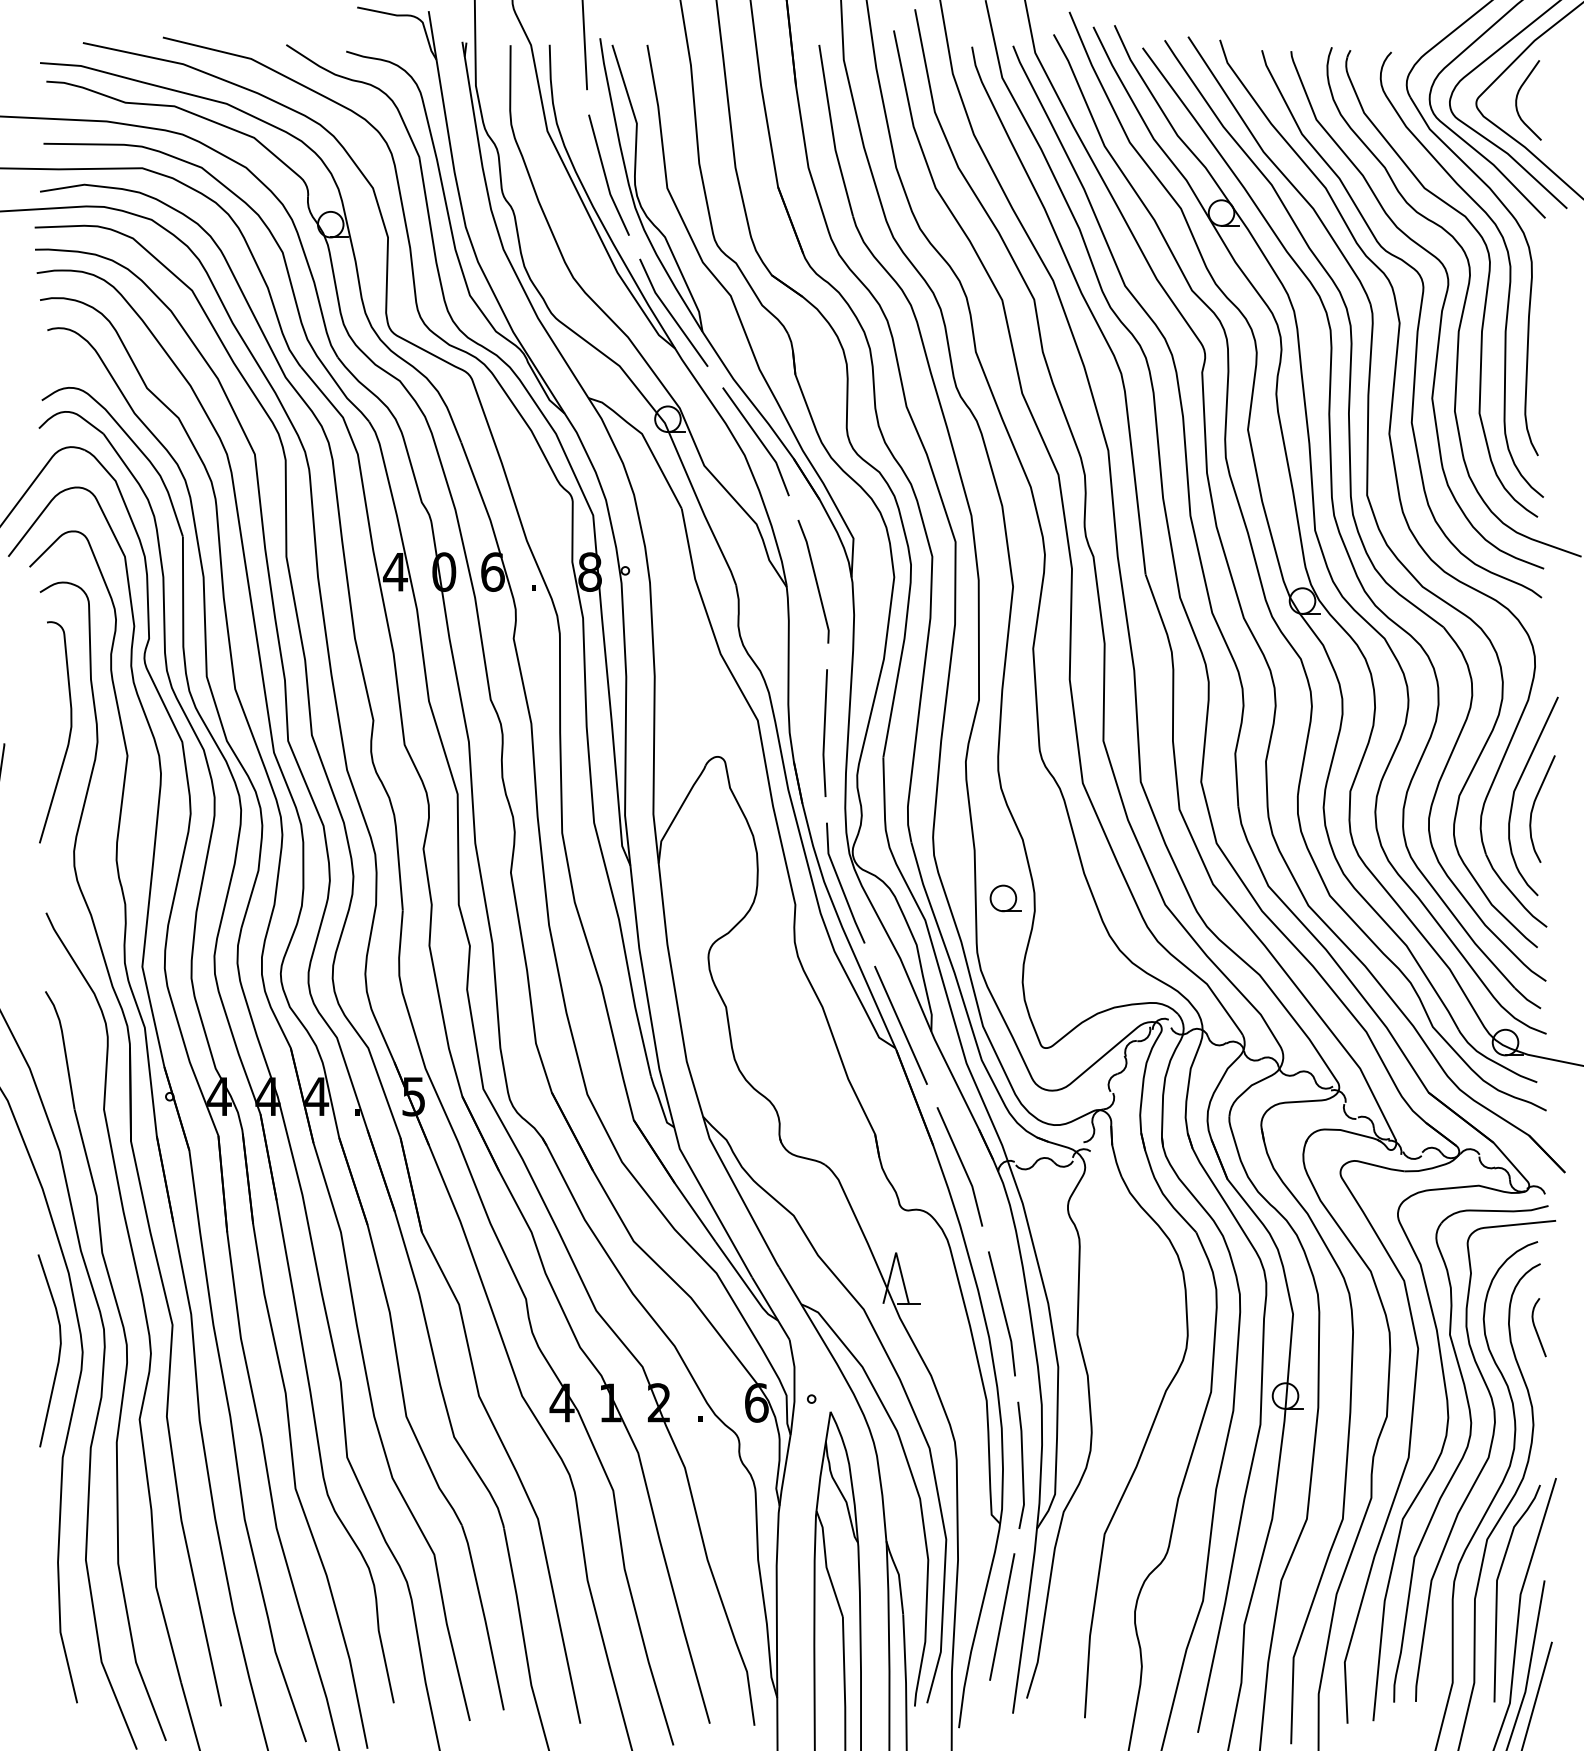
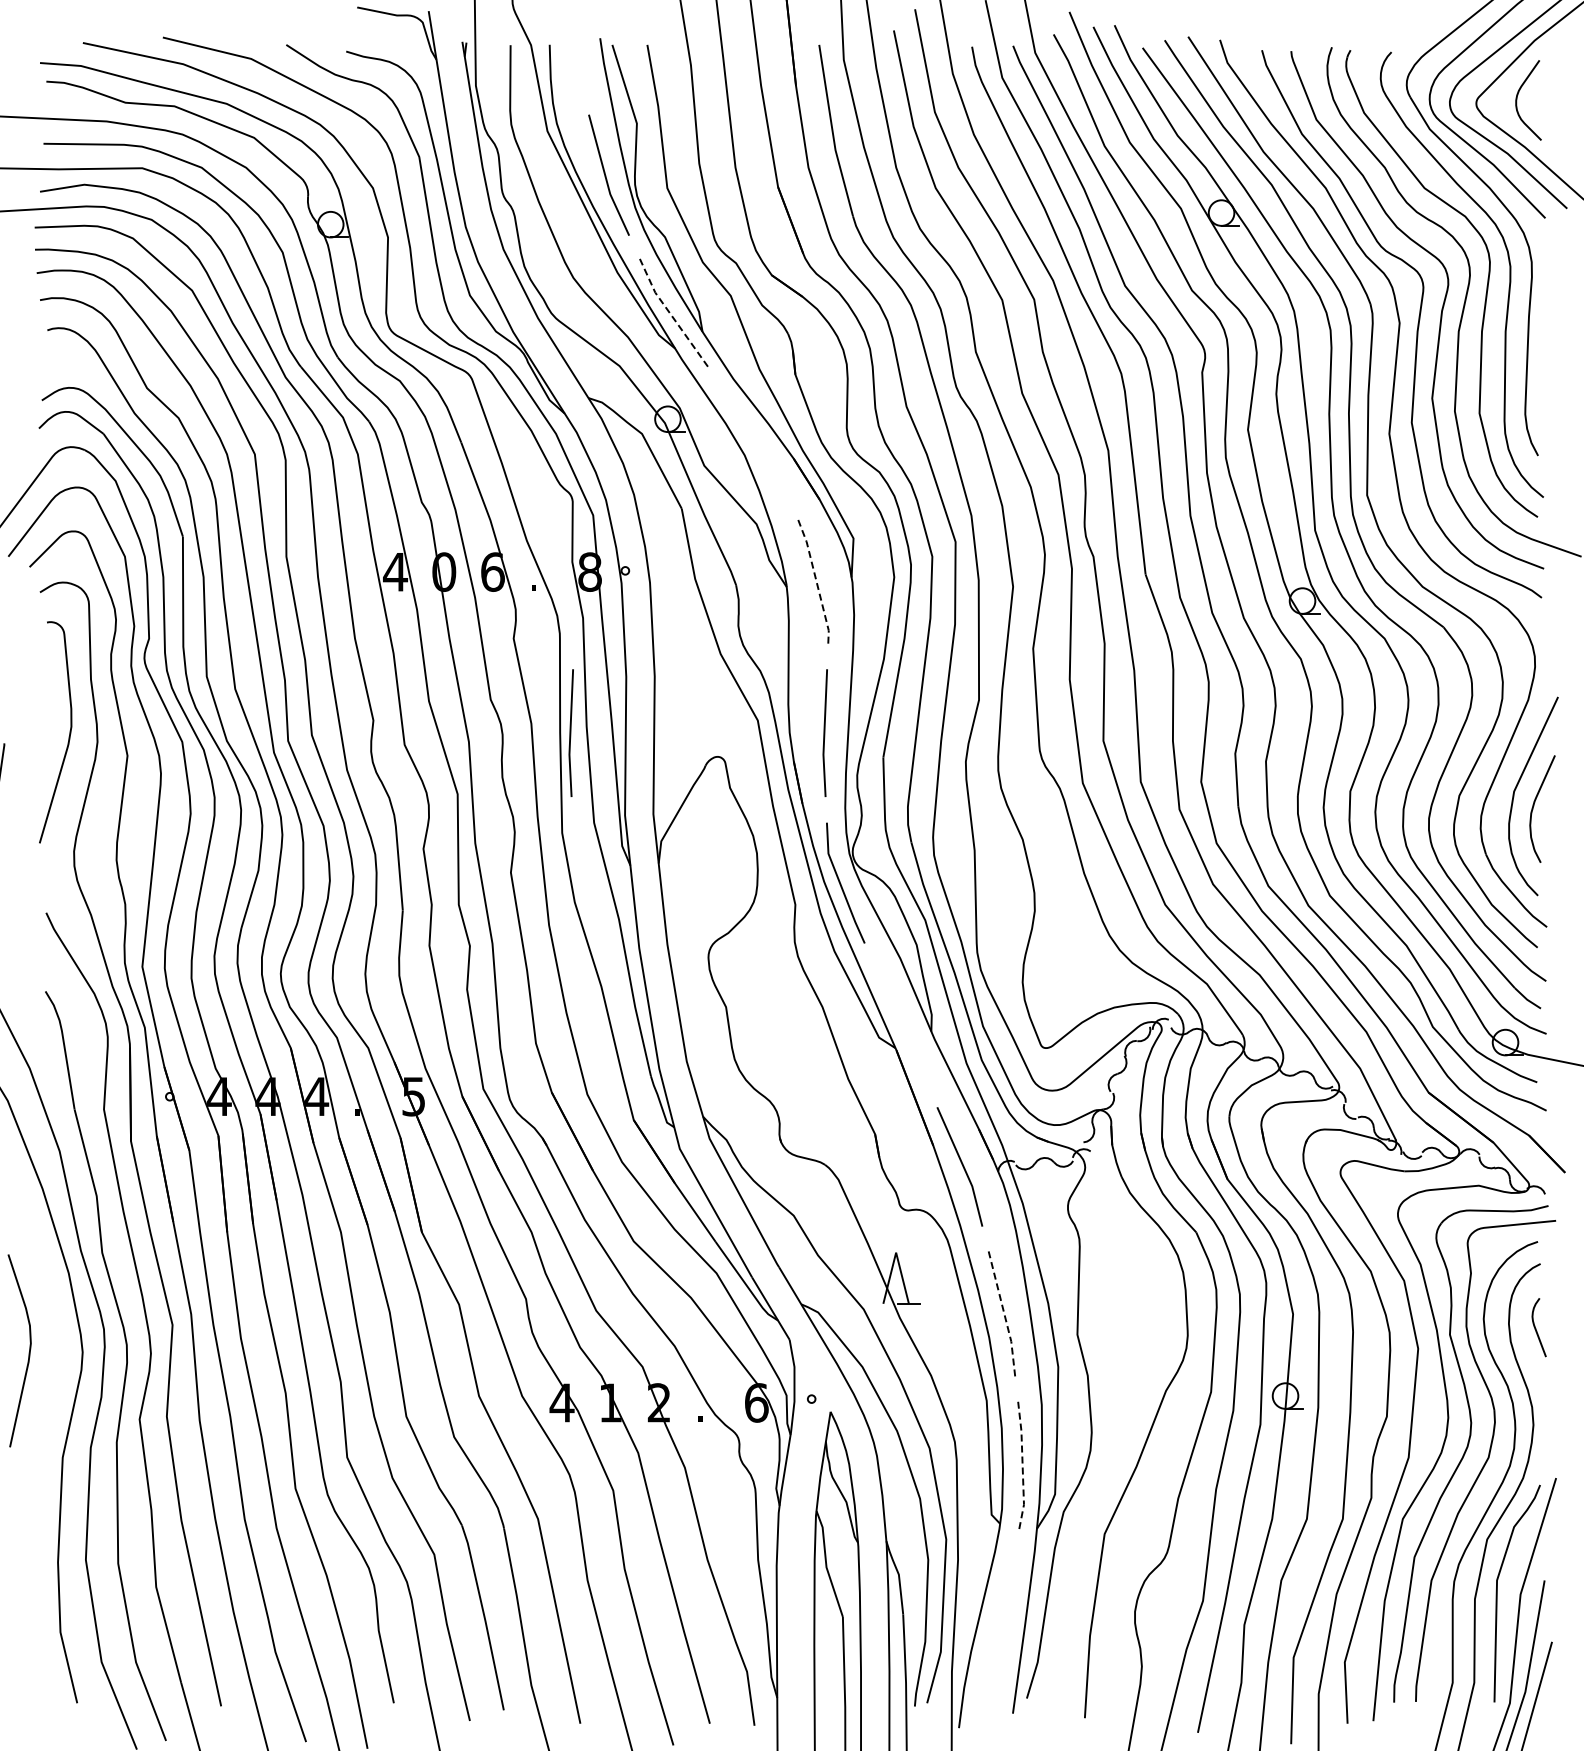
line at (584, 45): present -> none
line at (670, 313): solid -> dashed
line at (757, 438): present -> none
line at (816, 581): solid -> dashed
line at (570, 732): none -> present
part at (1005, 898): present -> none
line at (900, 1024): present -> none
line at (1004, 1314): solid -> dashed
curve at (58, 1352) position: (58, 1352) -> (28, 1352)
line at (1022, 1464): solid -> dashed
line at (1002, 1616): present -> none
